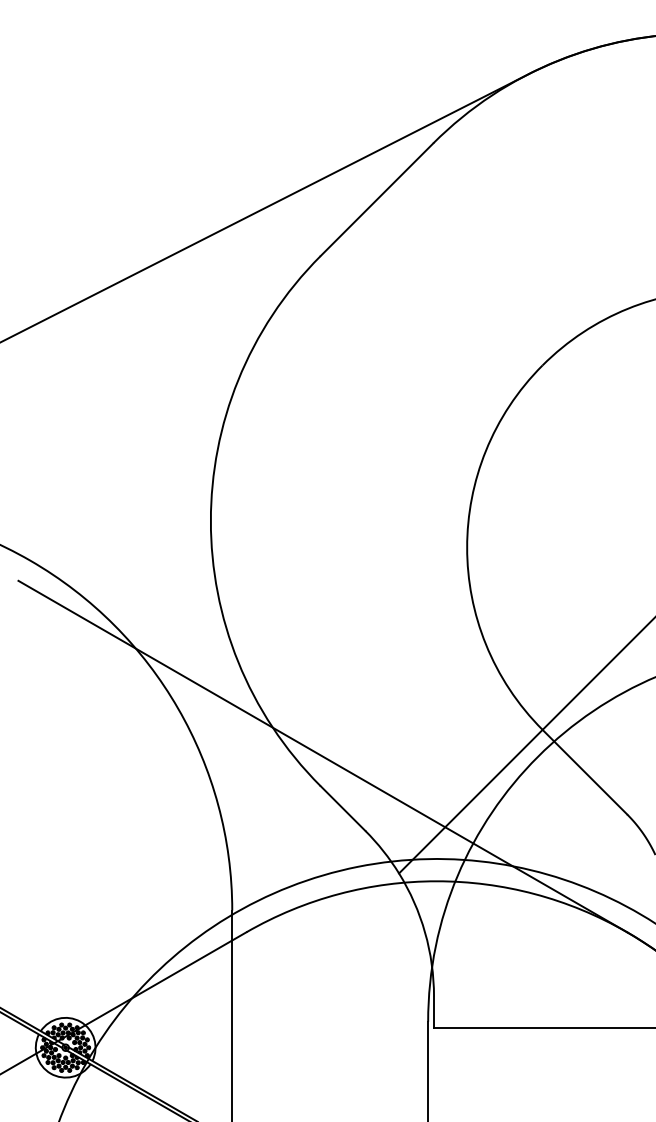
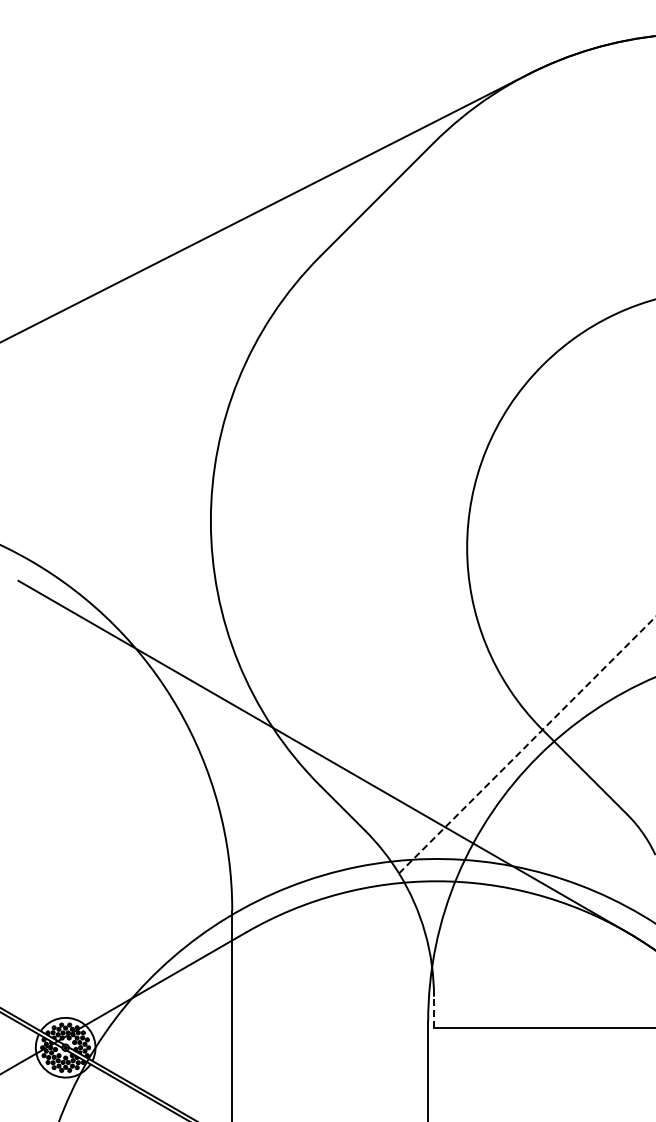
line at (527, 744): solid -> dashed
line at (434, 1012): solid -> dashed
